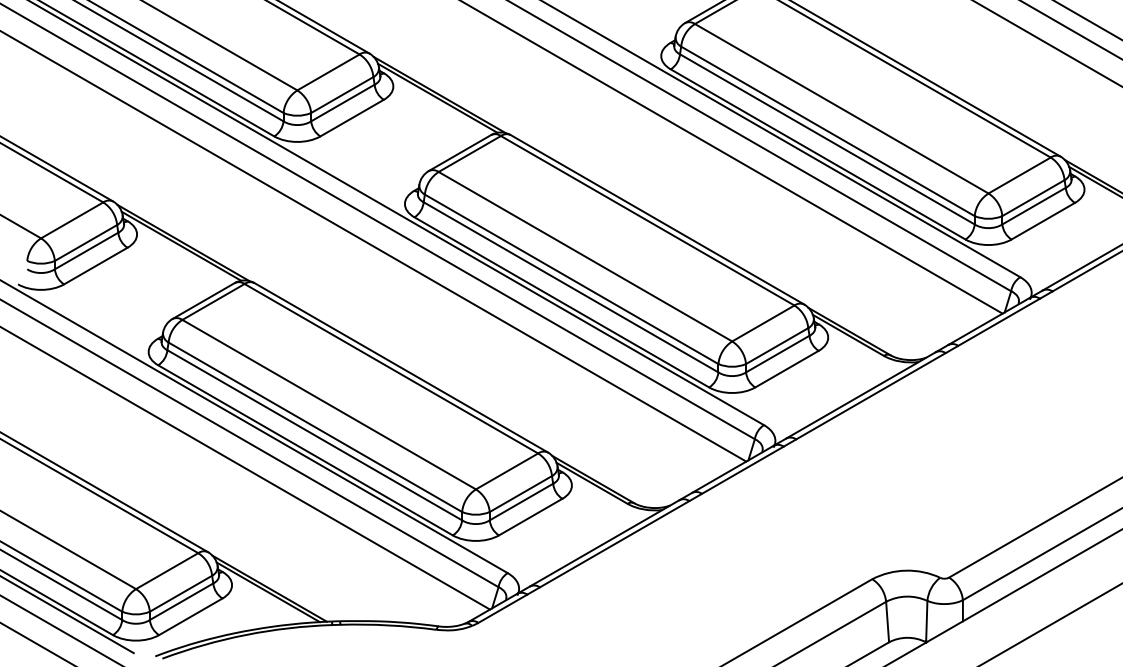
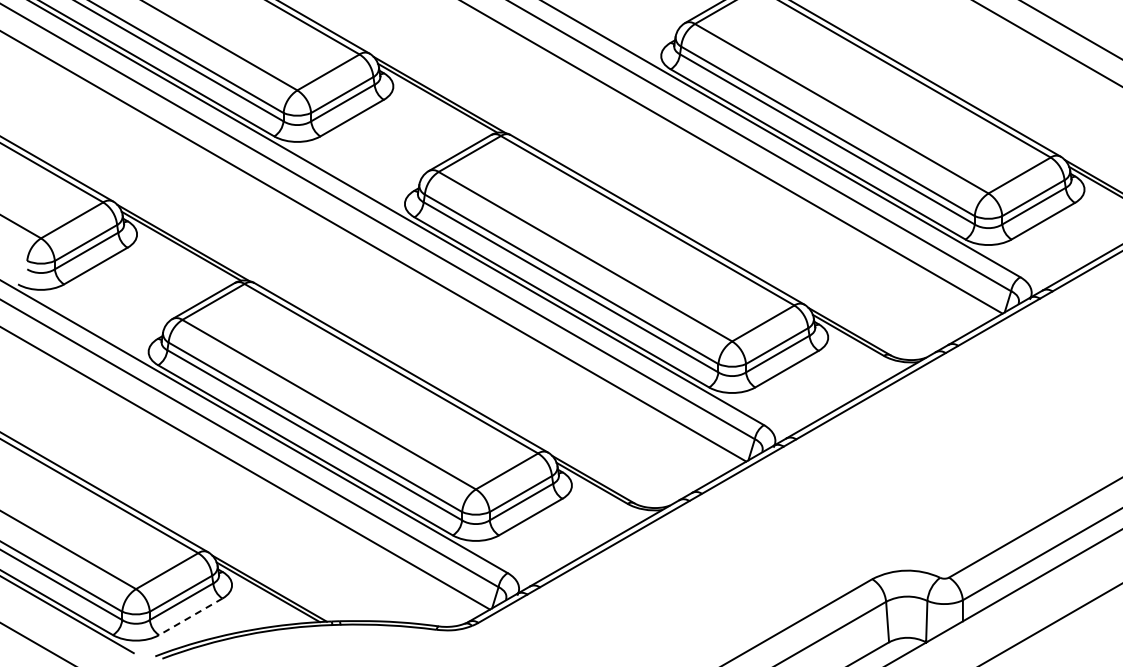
line at (1087, 20): present -> none
line at (190, 616): solid -> dashed
line at (60, 629): present -> none
